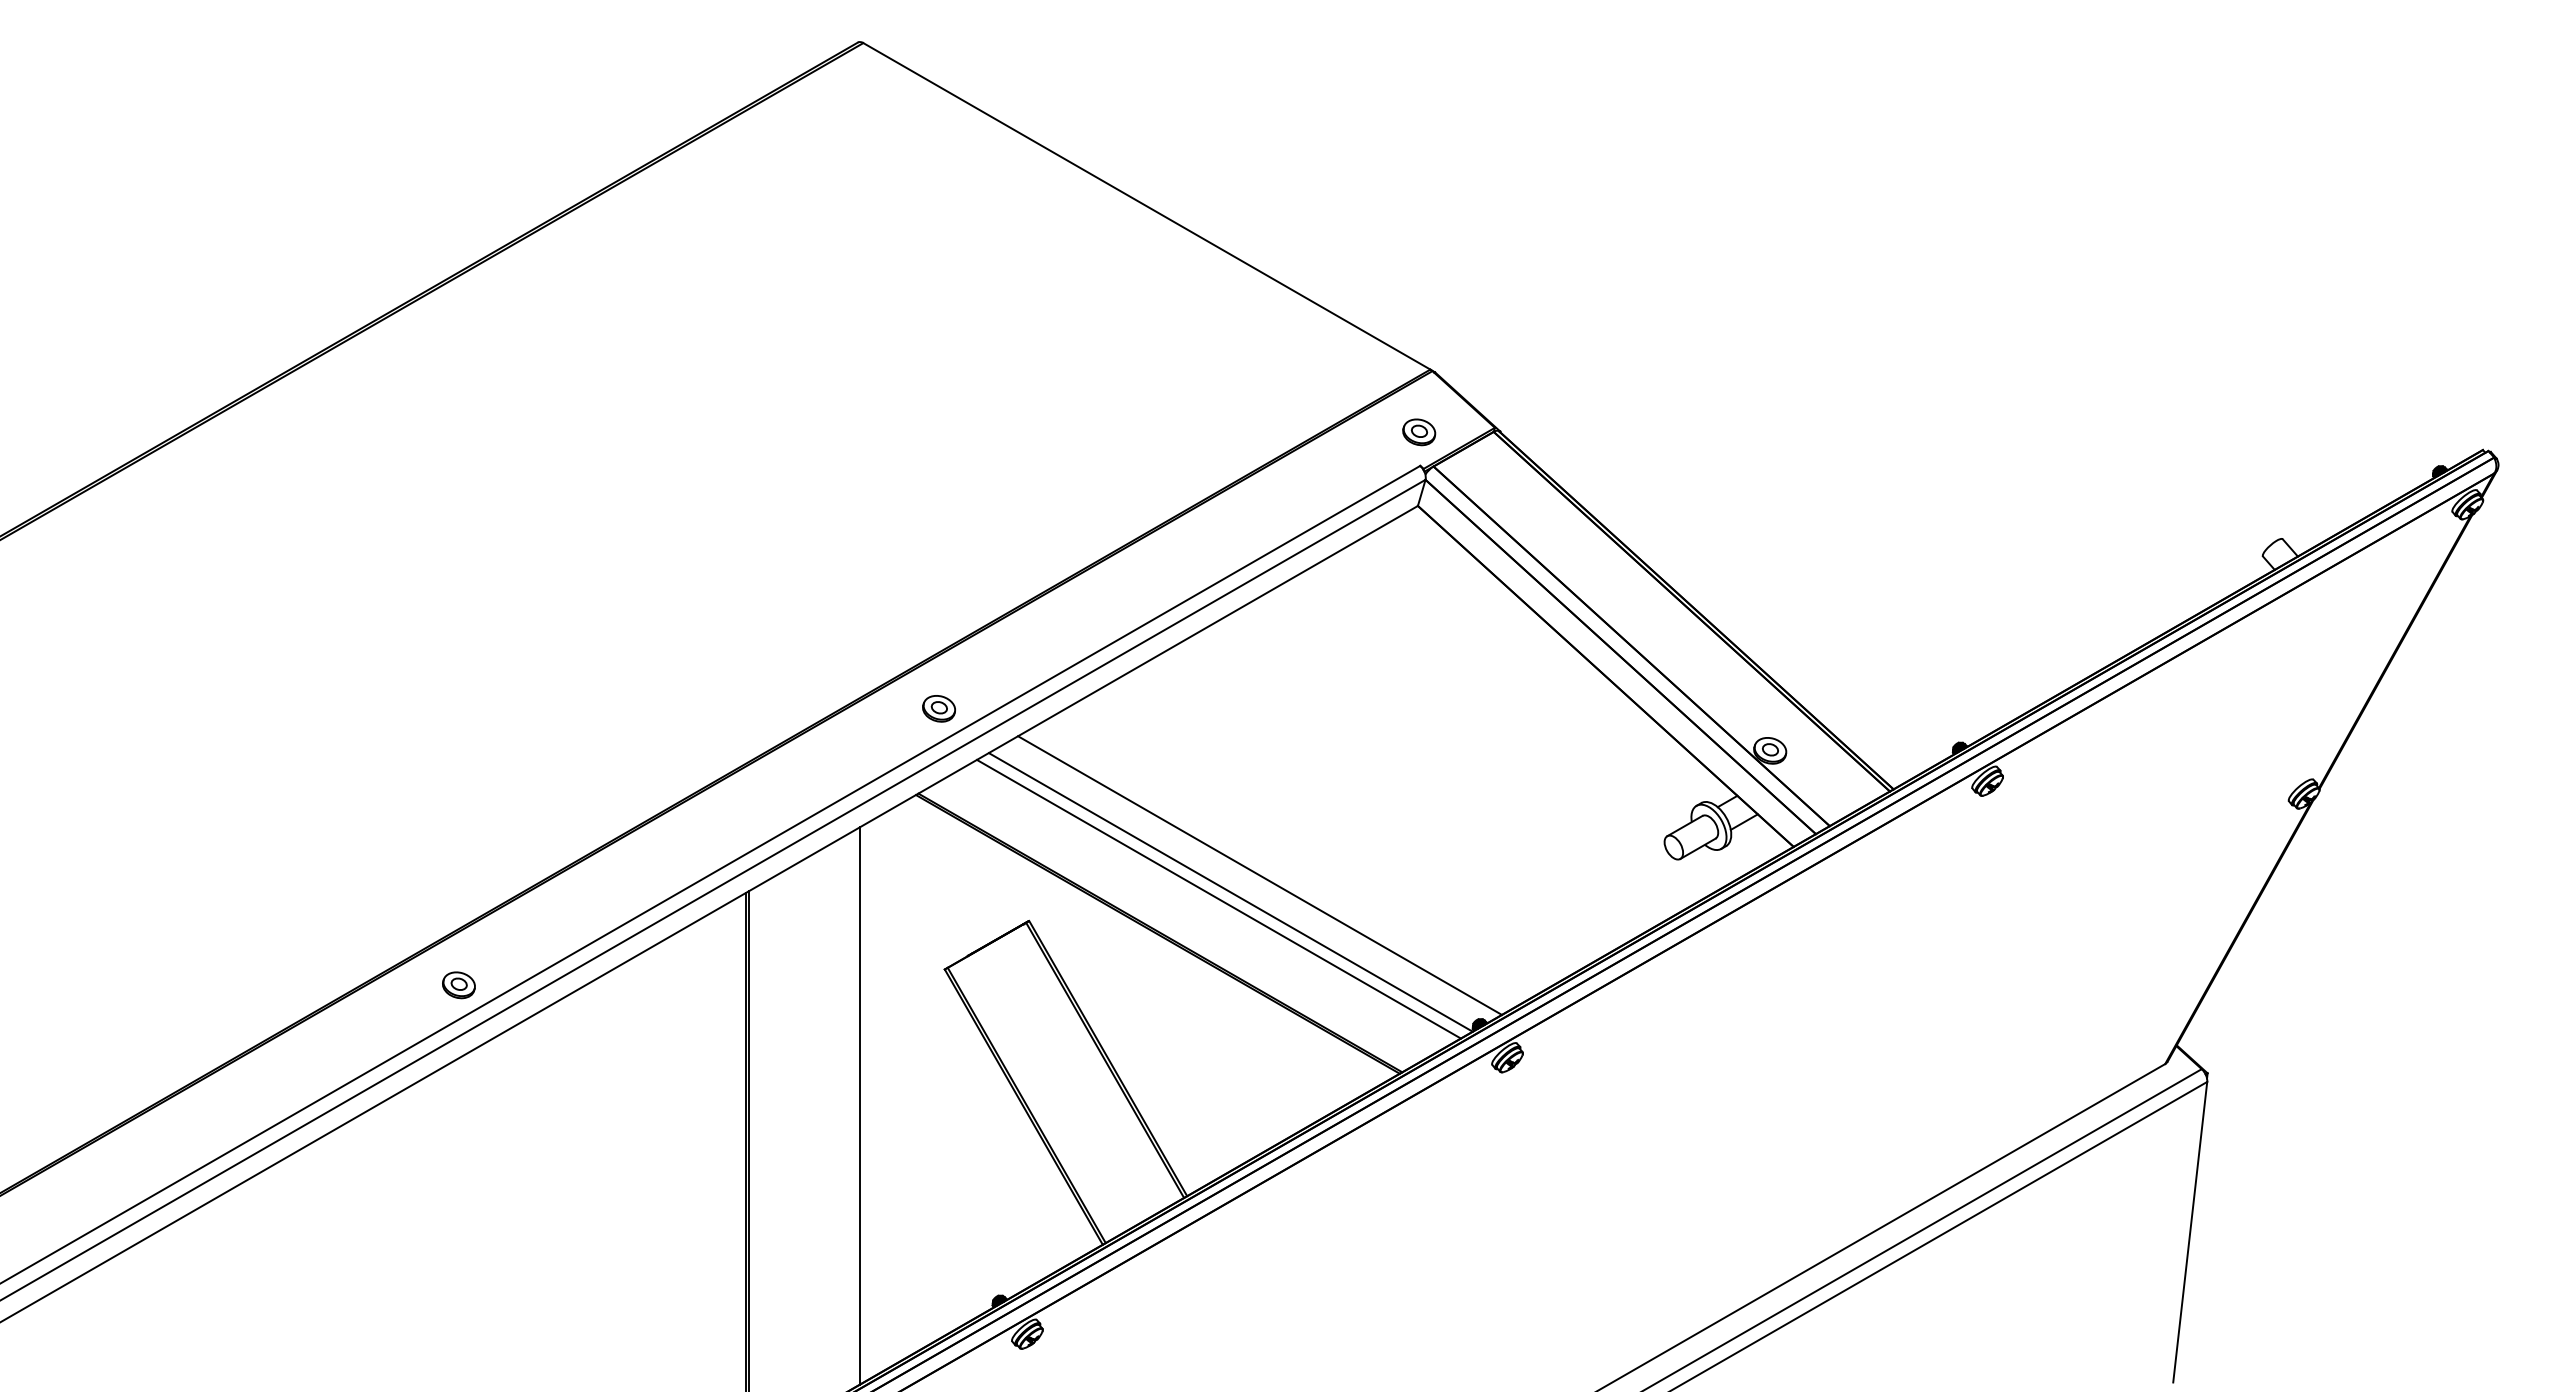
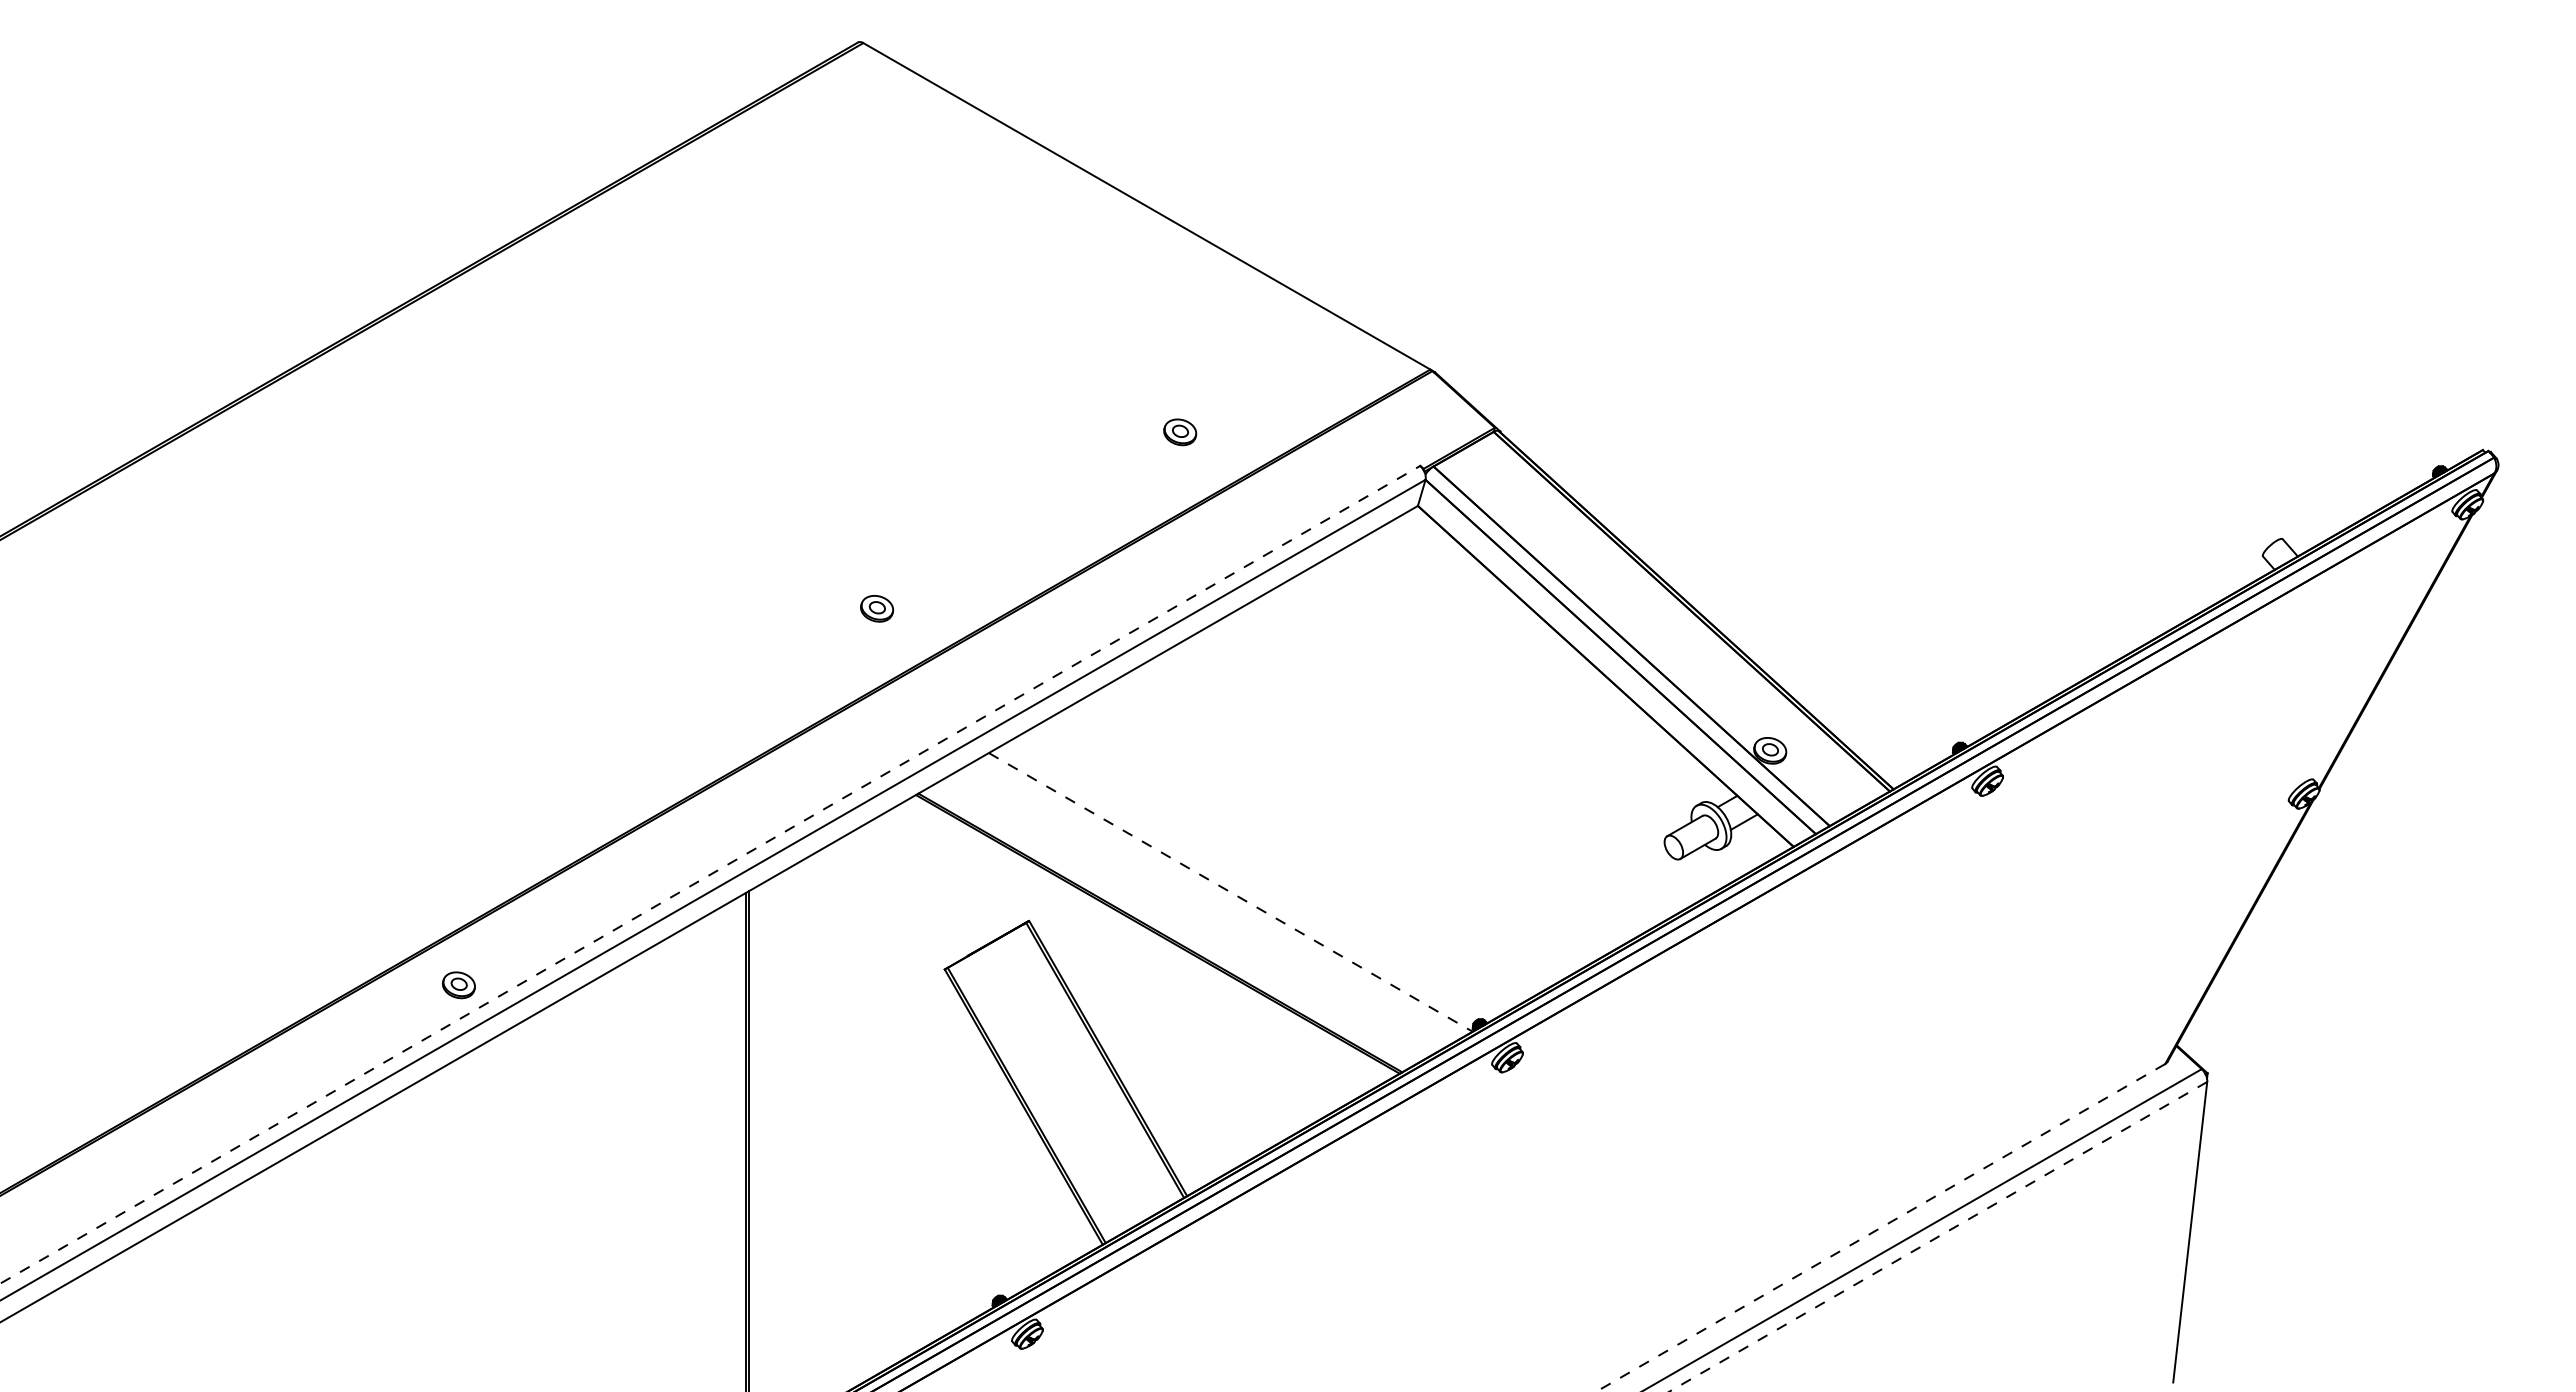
part at (1419, 432) position: (1419, 432) -> (1180, 432)
part at (938, 708) position: (938, 708) -> (876, 608)
line at (710, 874): solid -> dashed
line at (1260, 875): present -> none
line at (1231, 892): solid -> dashed
line at (1218, 898): present -> none
line at (859, 1105): present -> none
line at (1880, 1228): solid -> dashed
line at (1937, 1237): solid -> dashed
